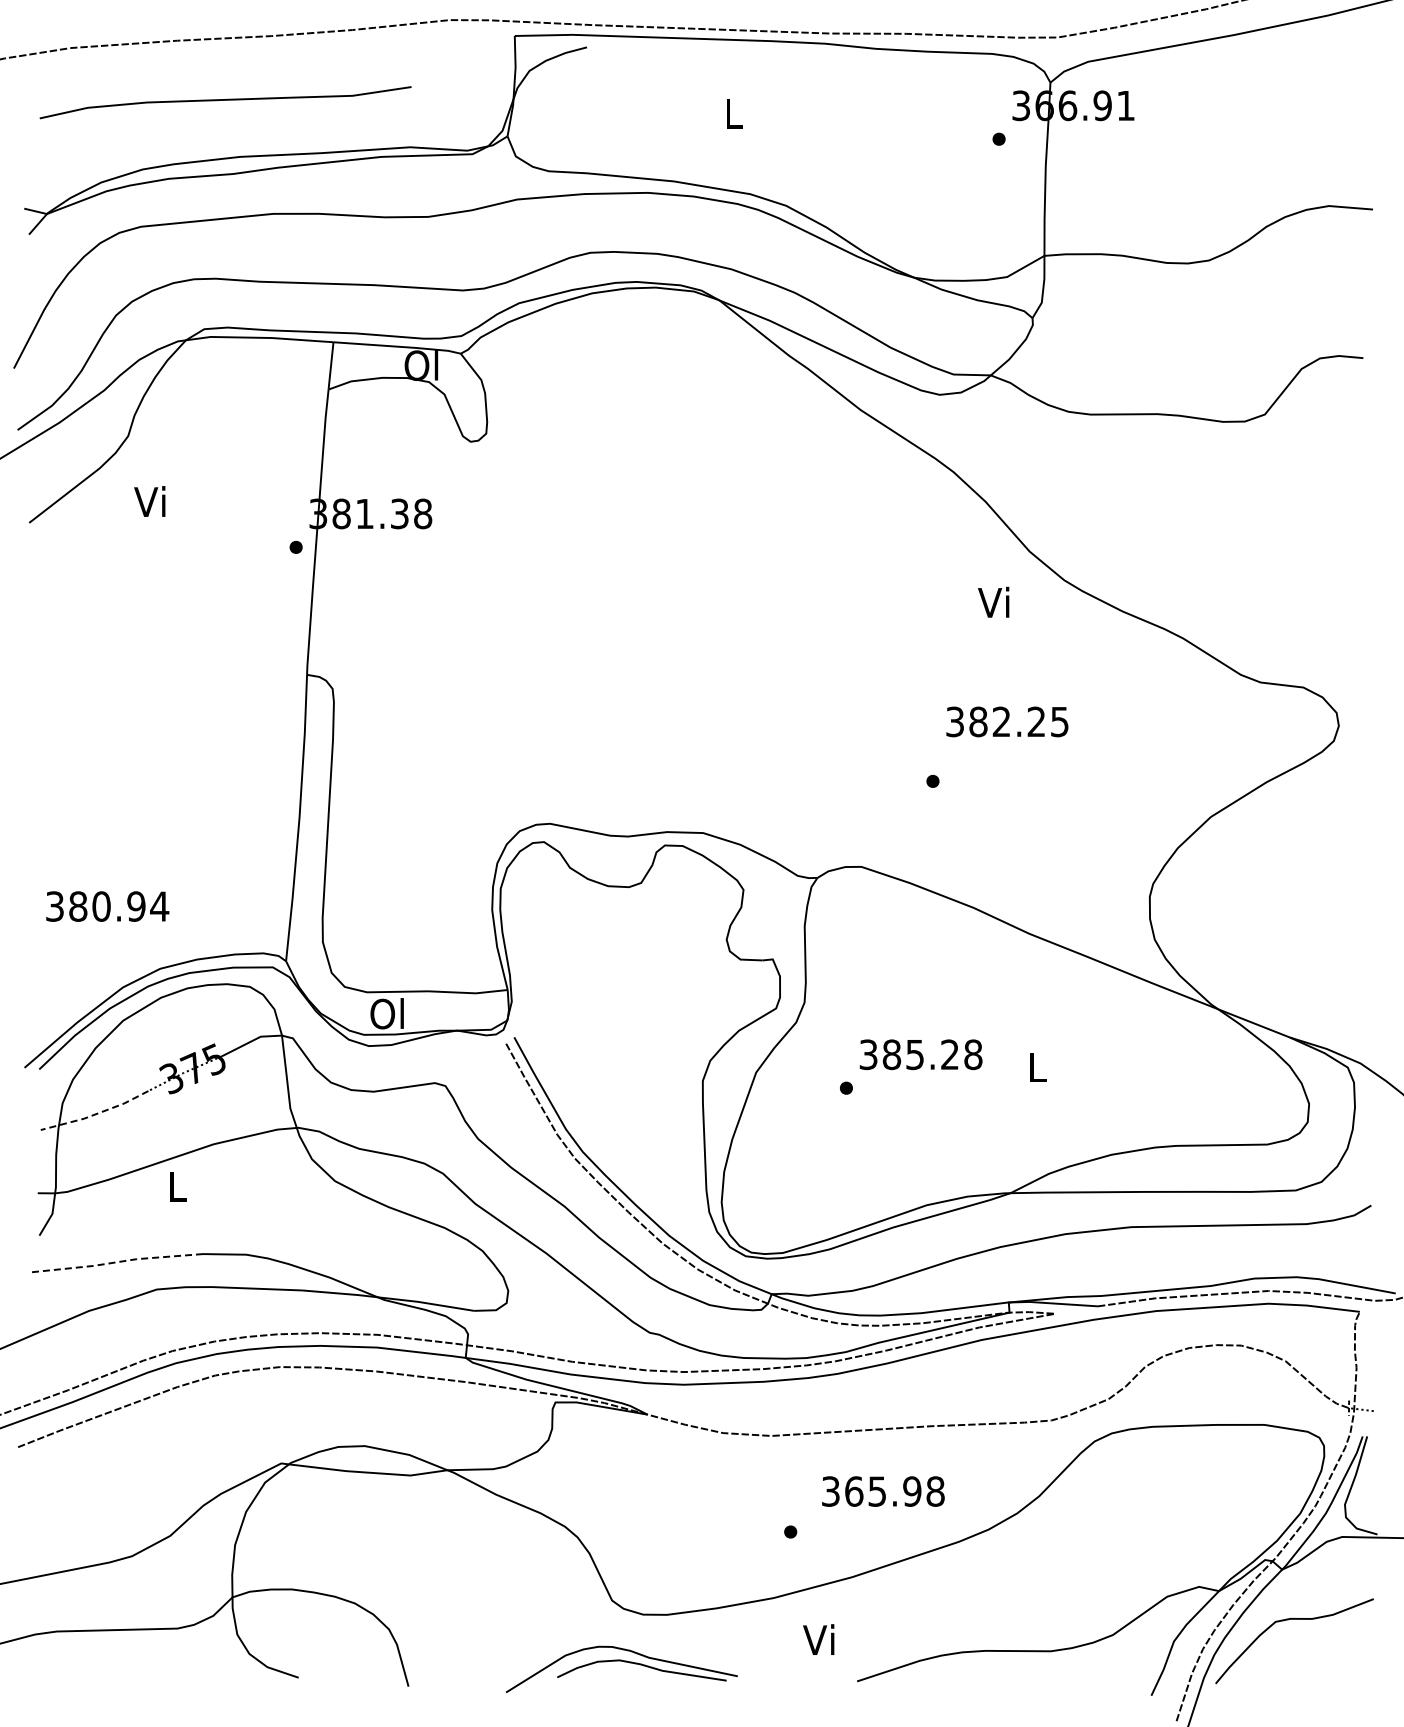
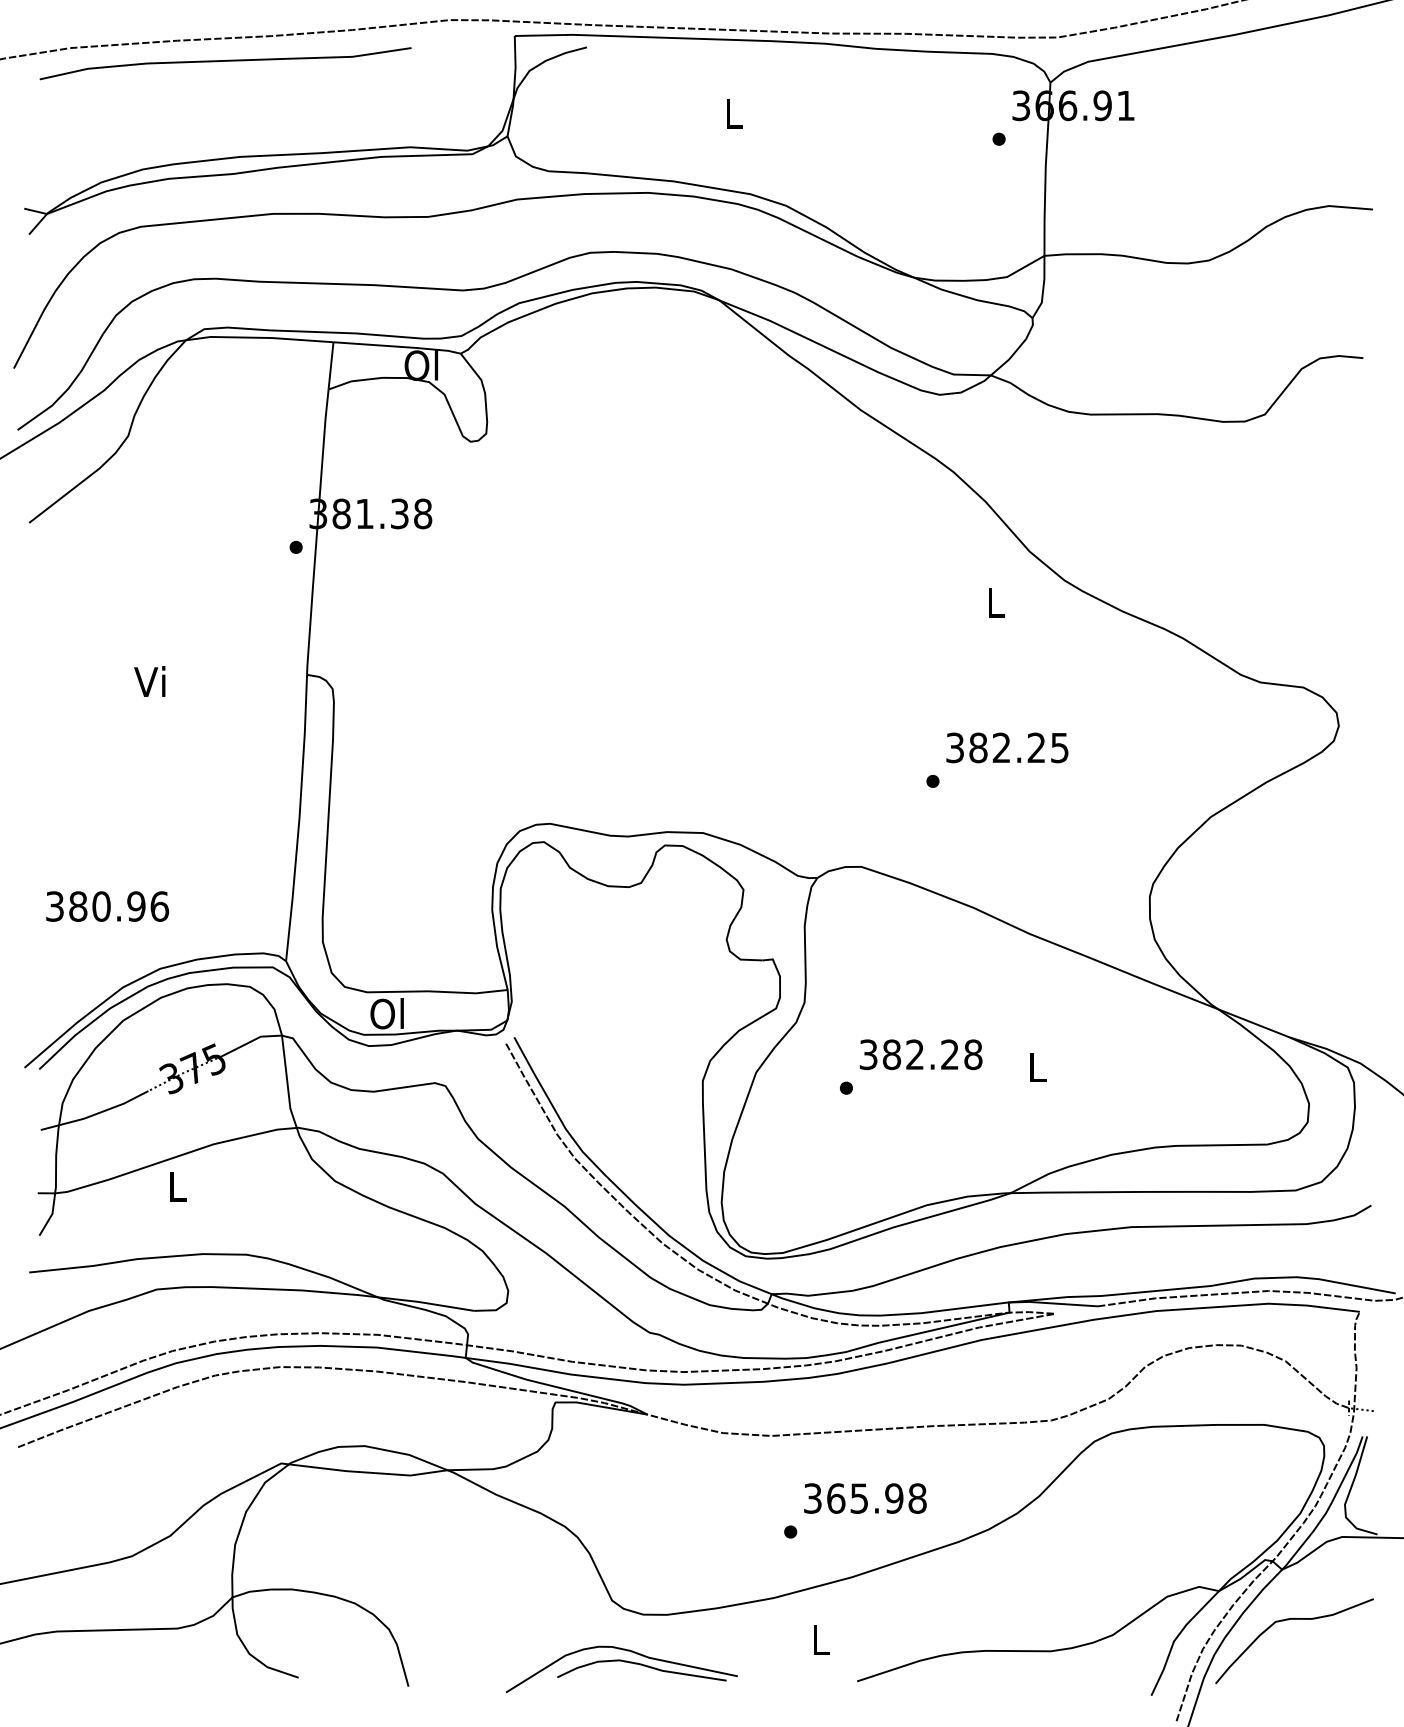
curve at (225, 100) position: (225, 100) -> (225, 61)
text at (149, 501) position: (149, 501) -> (149, 681)
text at (993, 601): Vi -> L
text at (1007, 721) position: (1007, 721) -> (1007, 747)
text at (159, 906): 380.94 -> 380.96
text at (914, 1054): 385.28 -> 382.28
line at (96, 1114): dashed -> solid
line at (115, 1262): dashed -> solid
text at (883, 1491) position: (883, 1491) -> (865, 1498)
text at (818, 1639): Vi -> L
